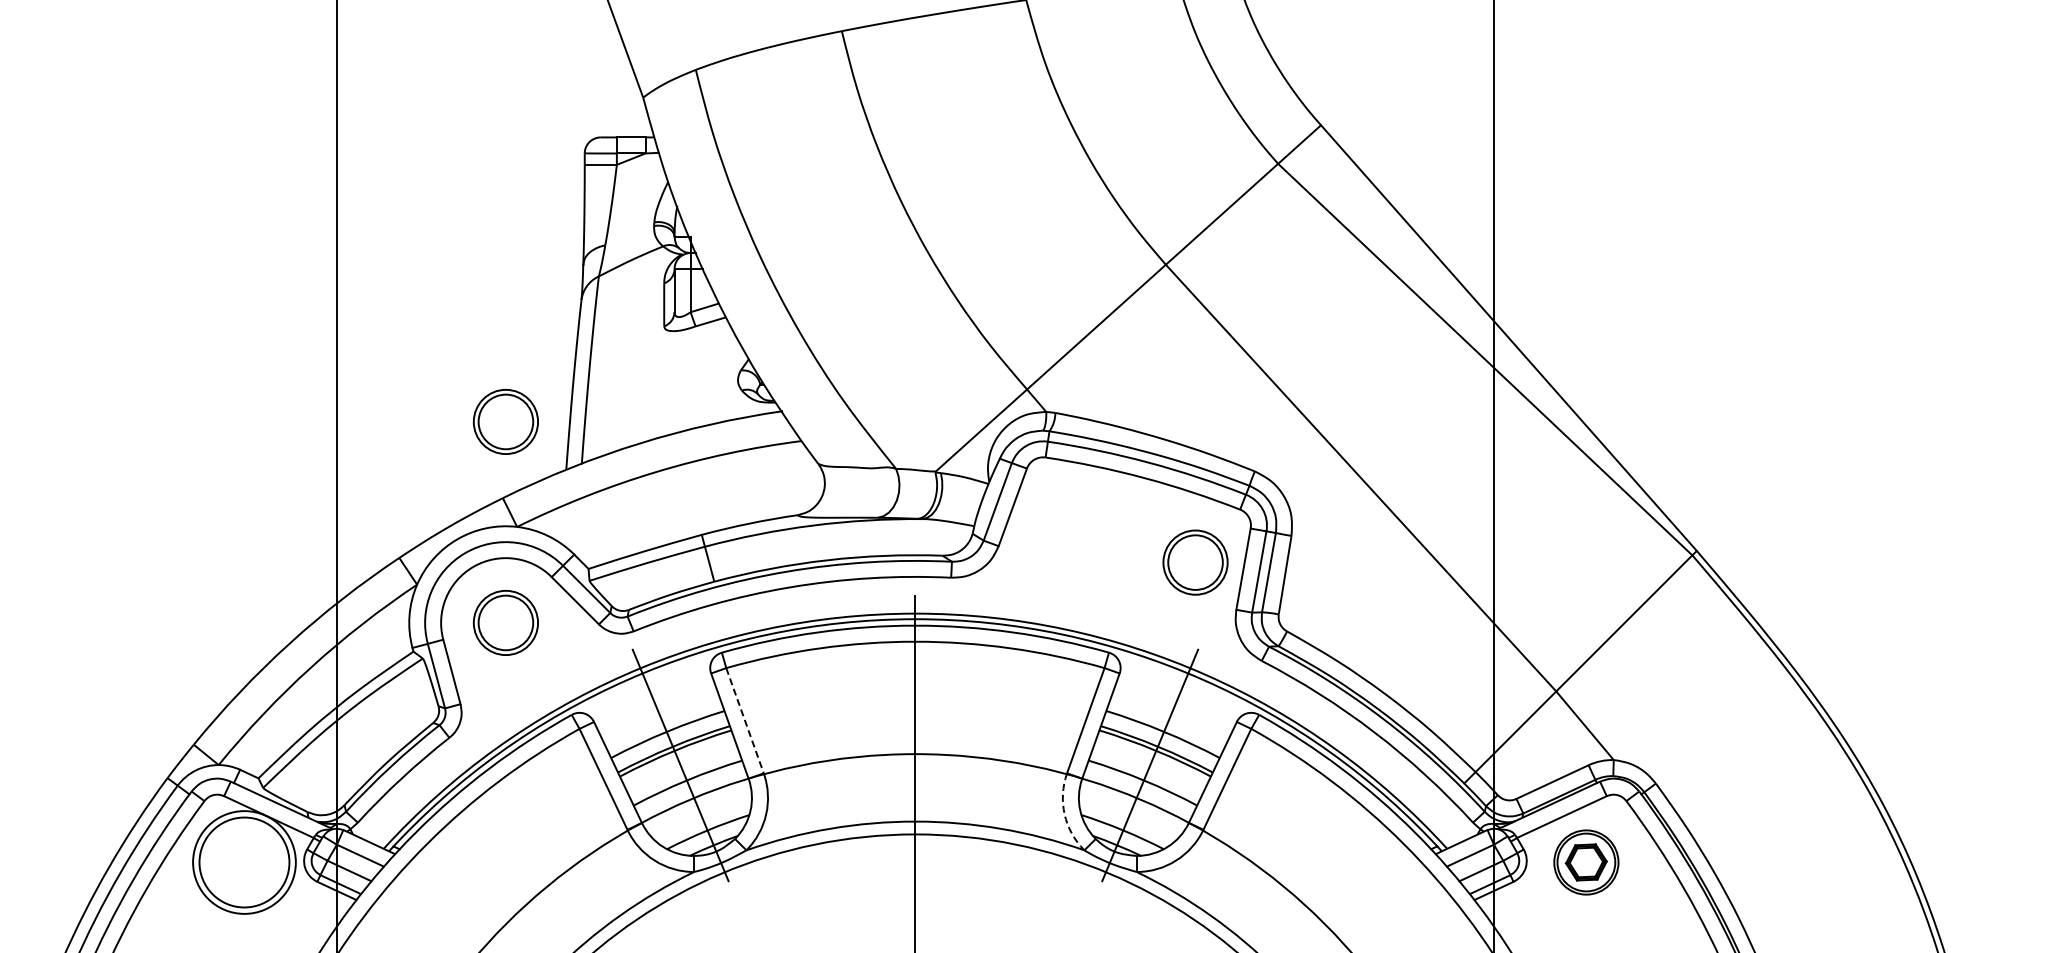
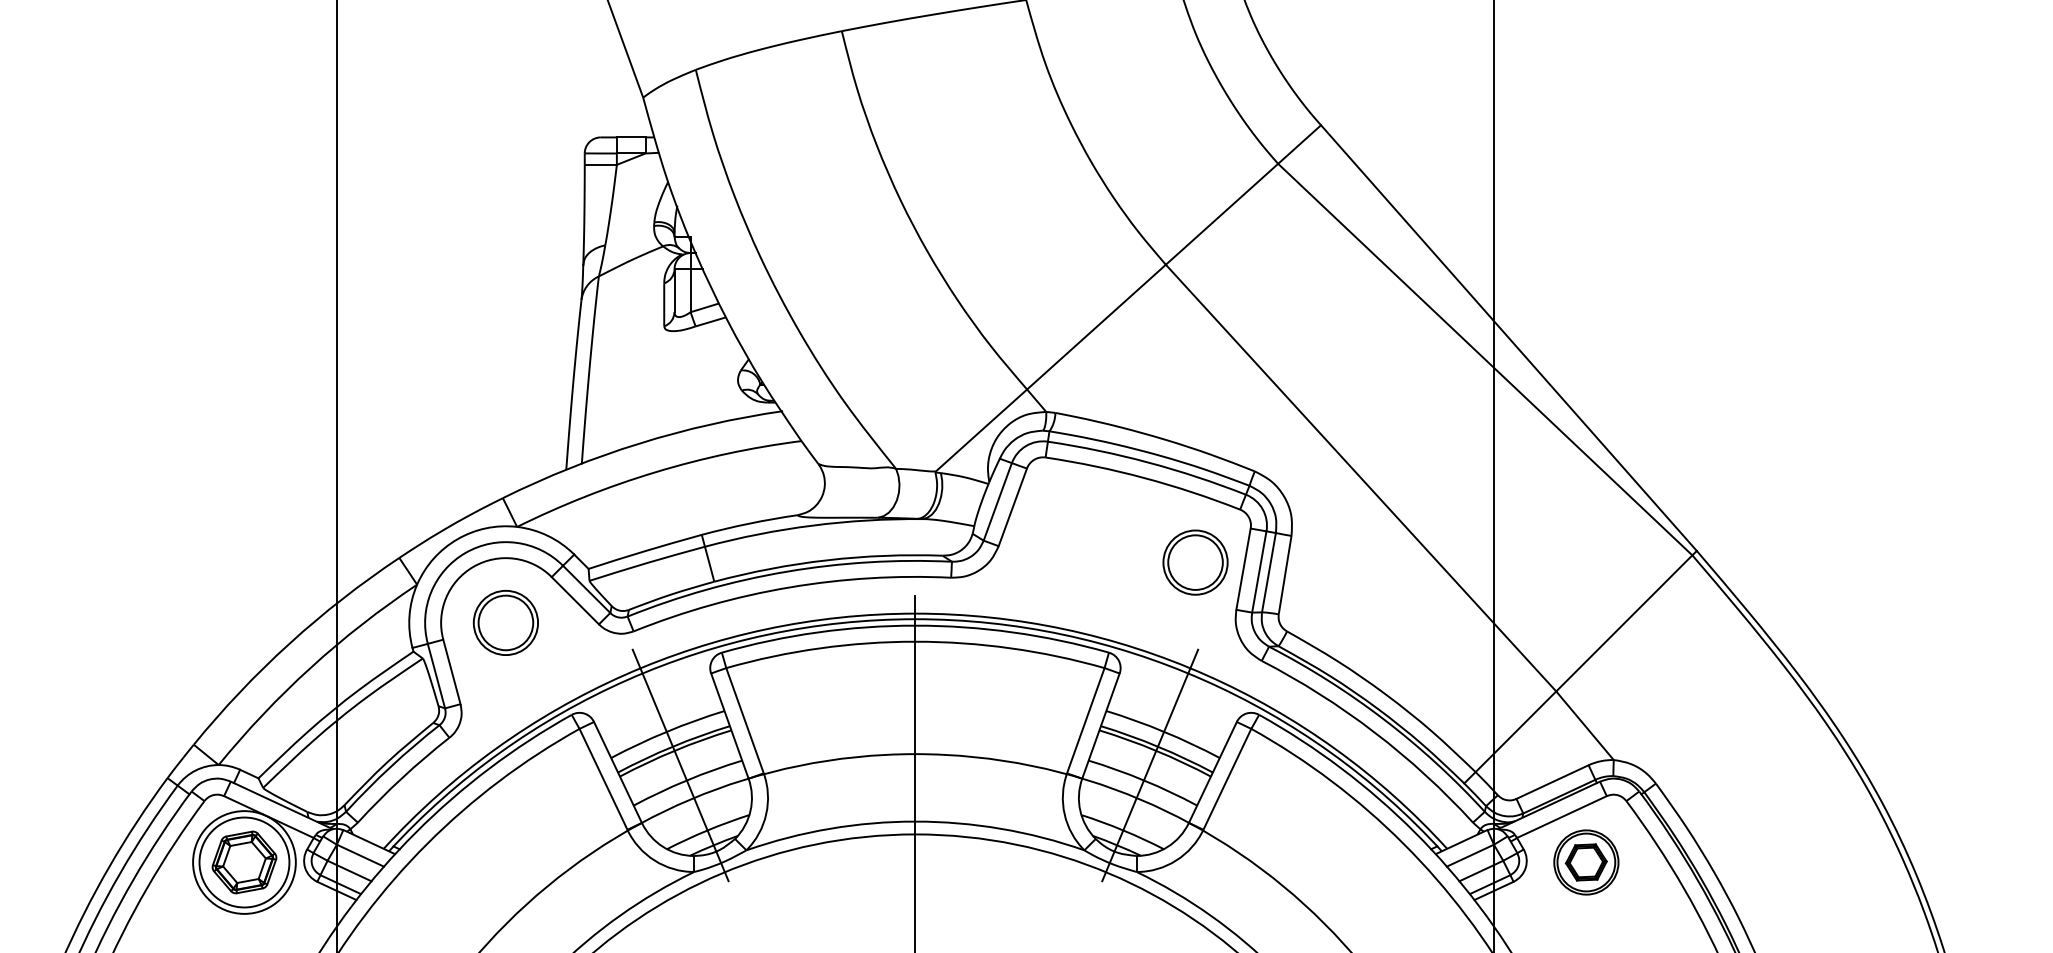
part at (505, 421): present -> none
line at (745, 720): dashed -> solid
arc at (1064, 814): dashed -> solid
part at (244, 862): none -> present
